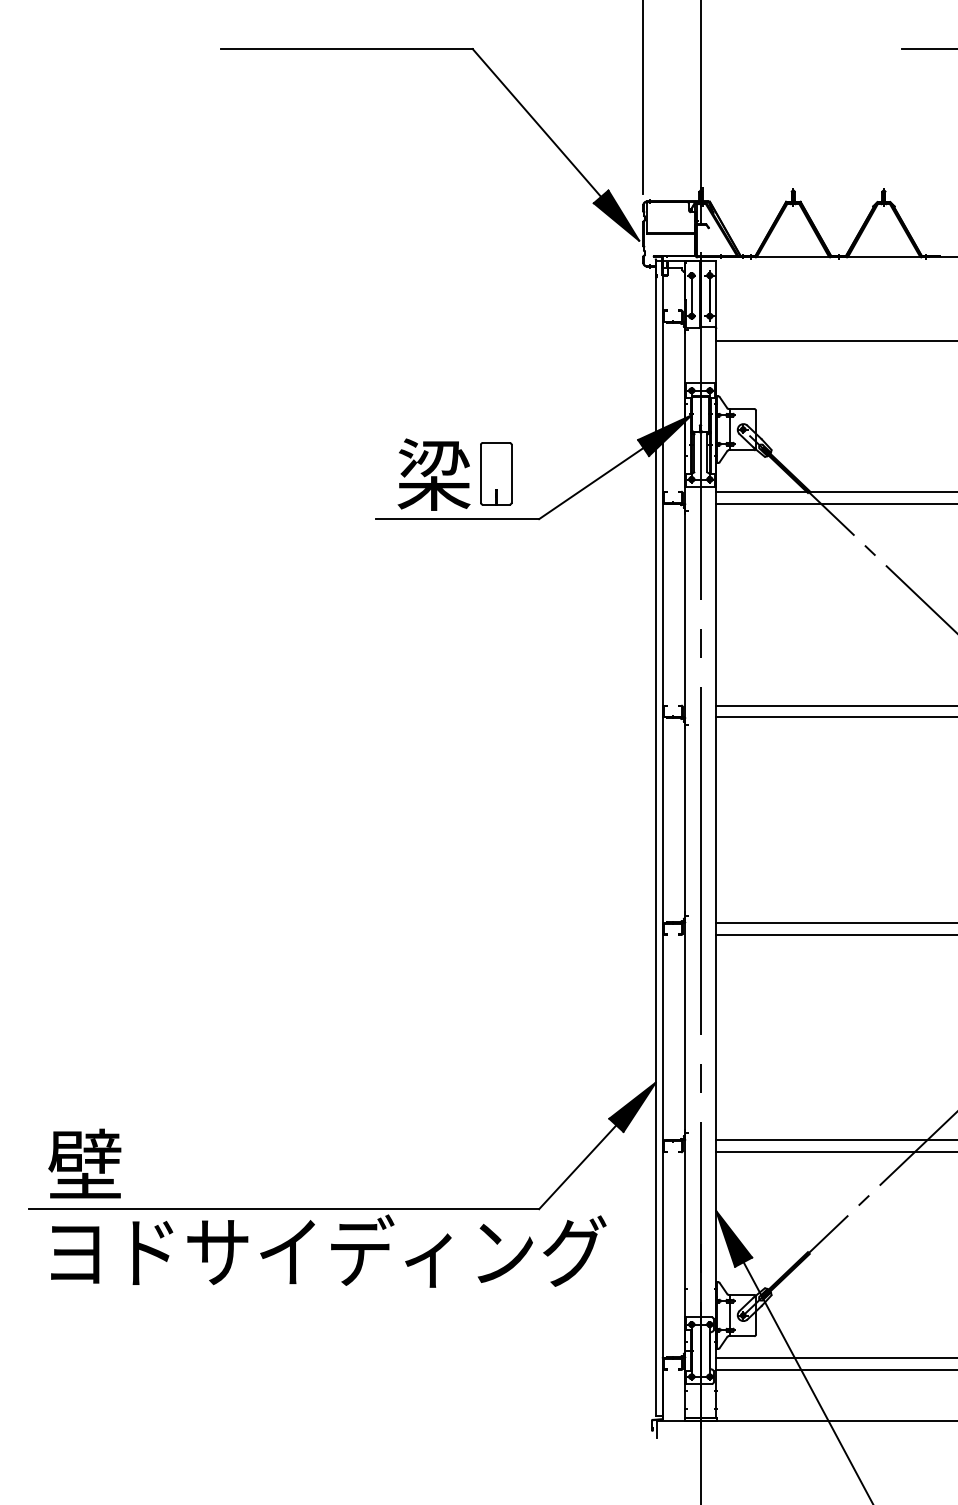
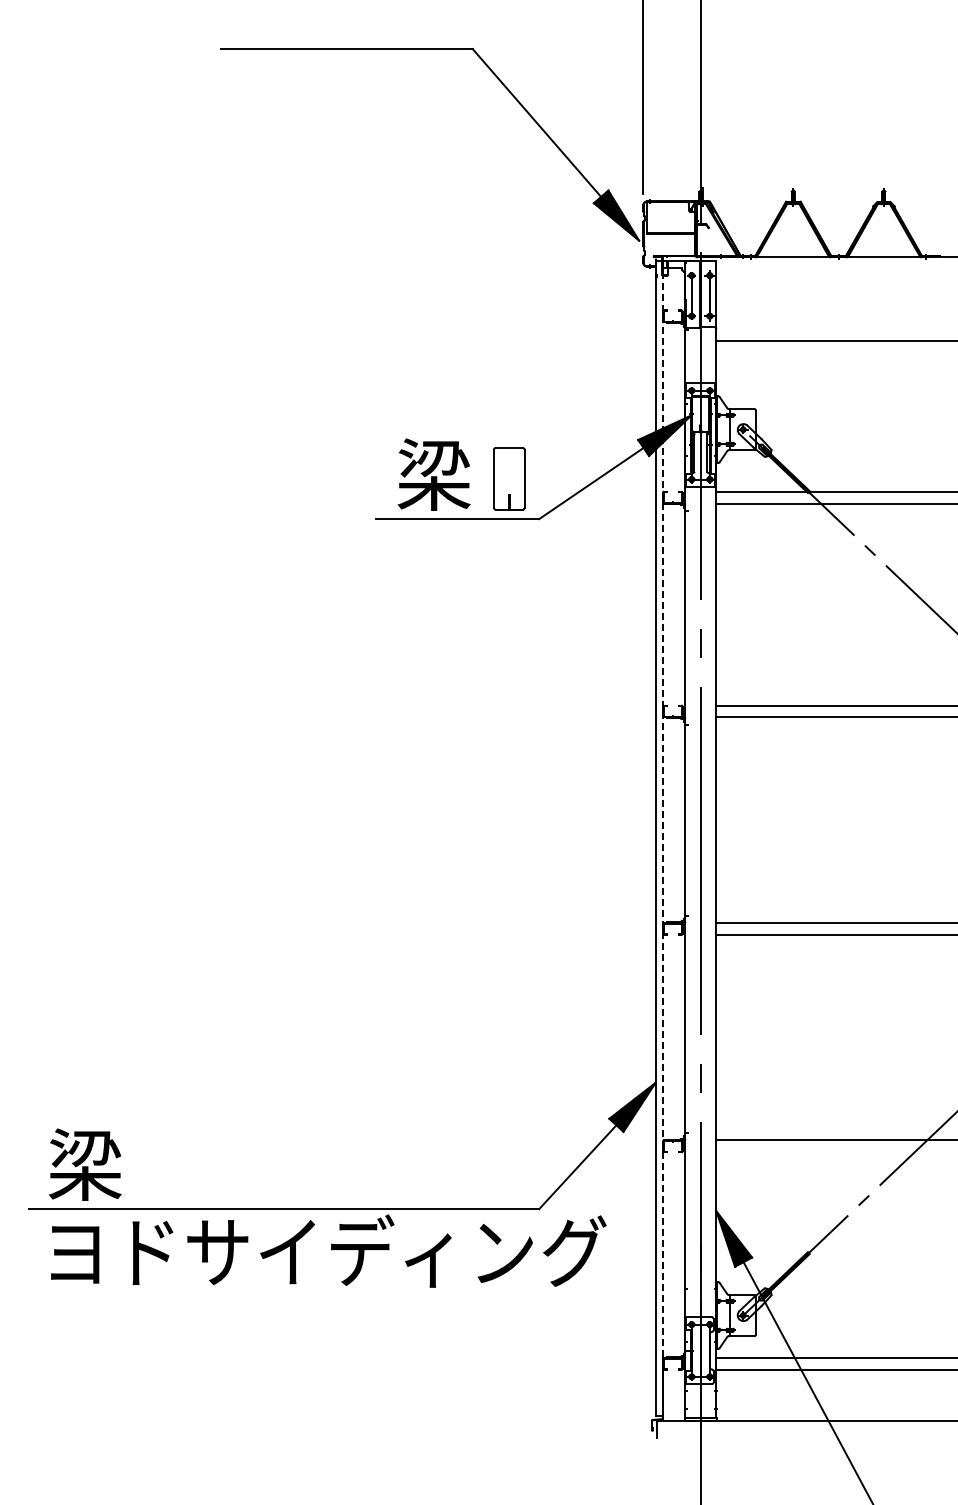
line at (927, 49): present -> none
part at (496, 473) position: (496, 473) -> (509, 478)
line at (662, 838): solid -> dashed
line at (835, 1152): present -> none
text at (84, 1164): 壁 -> 梁
